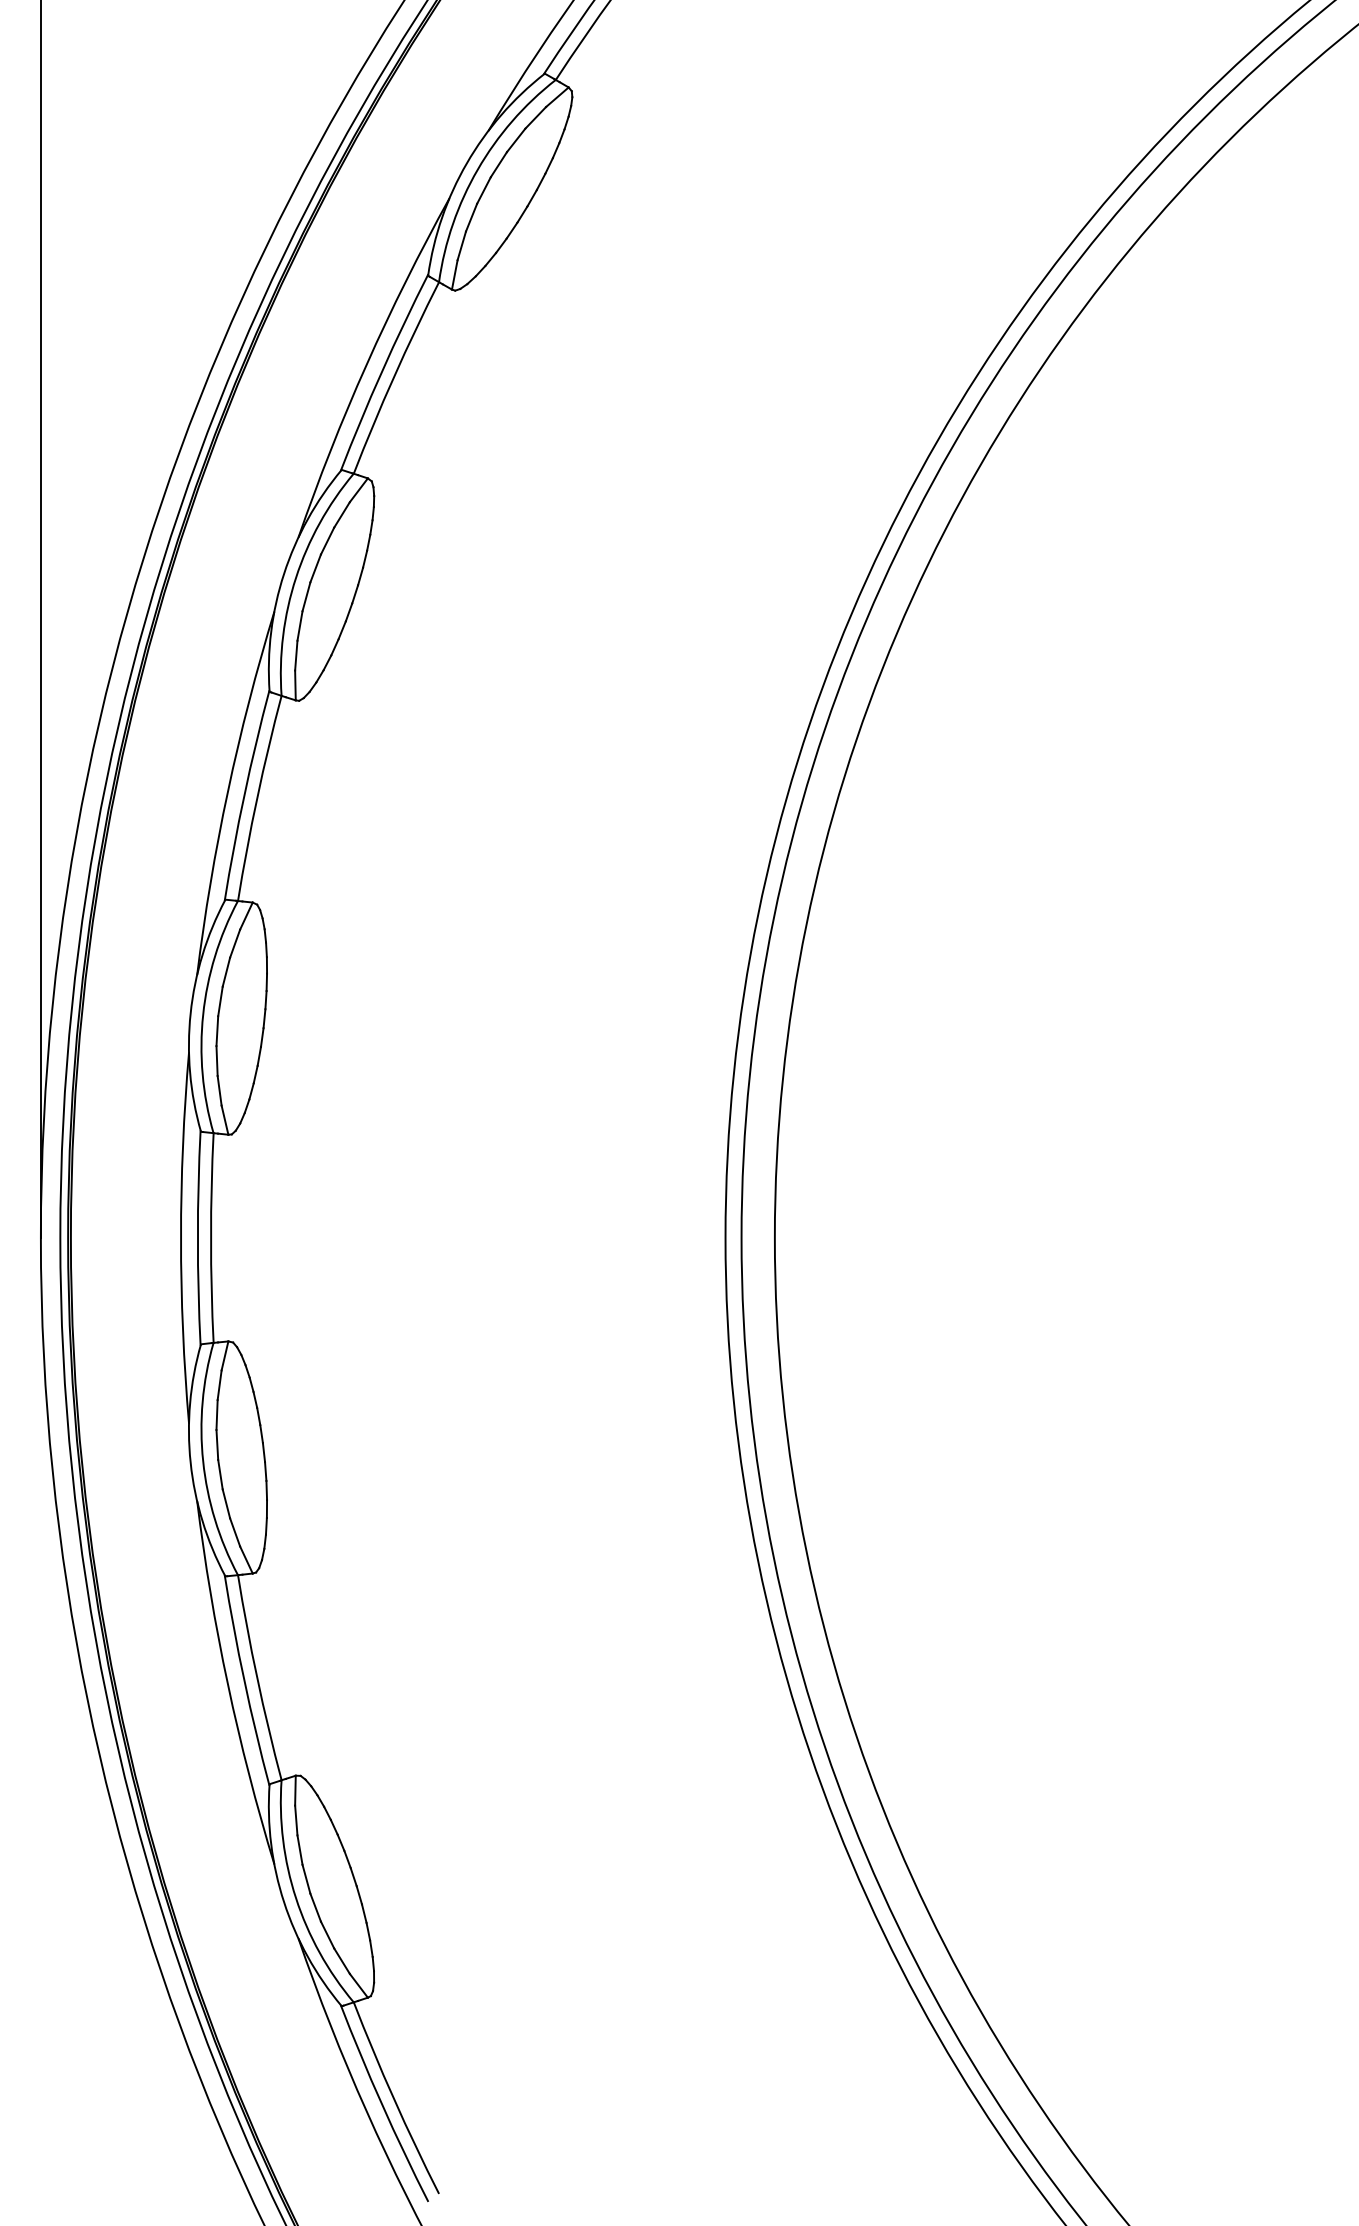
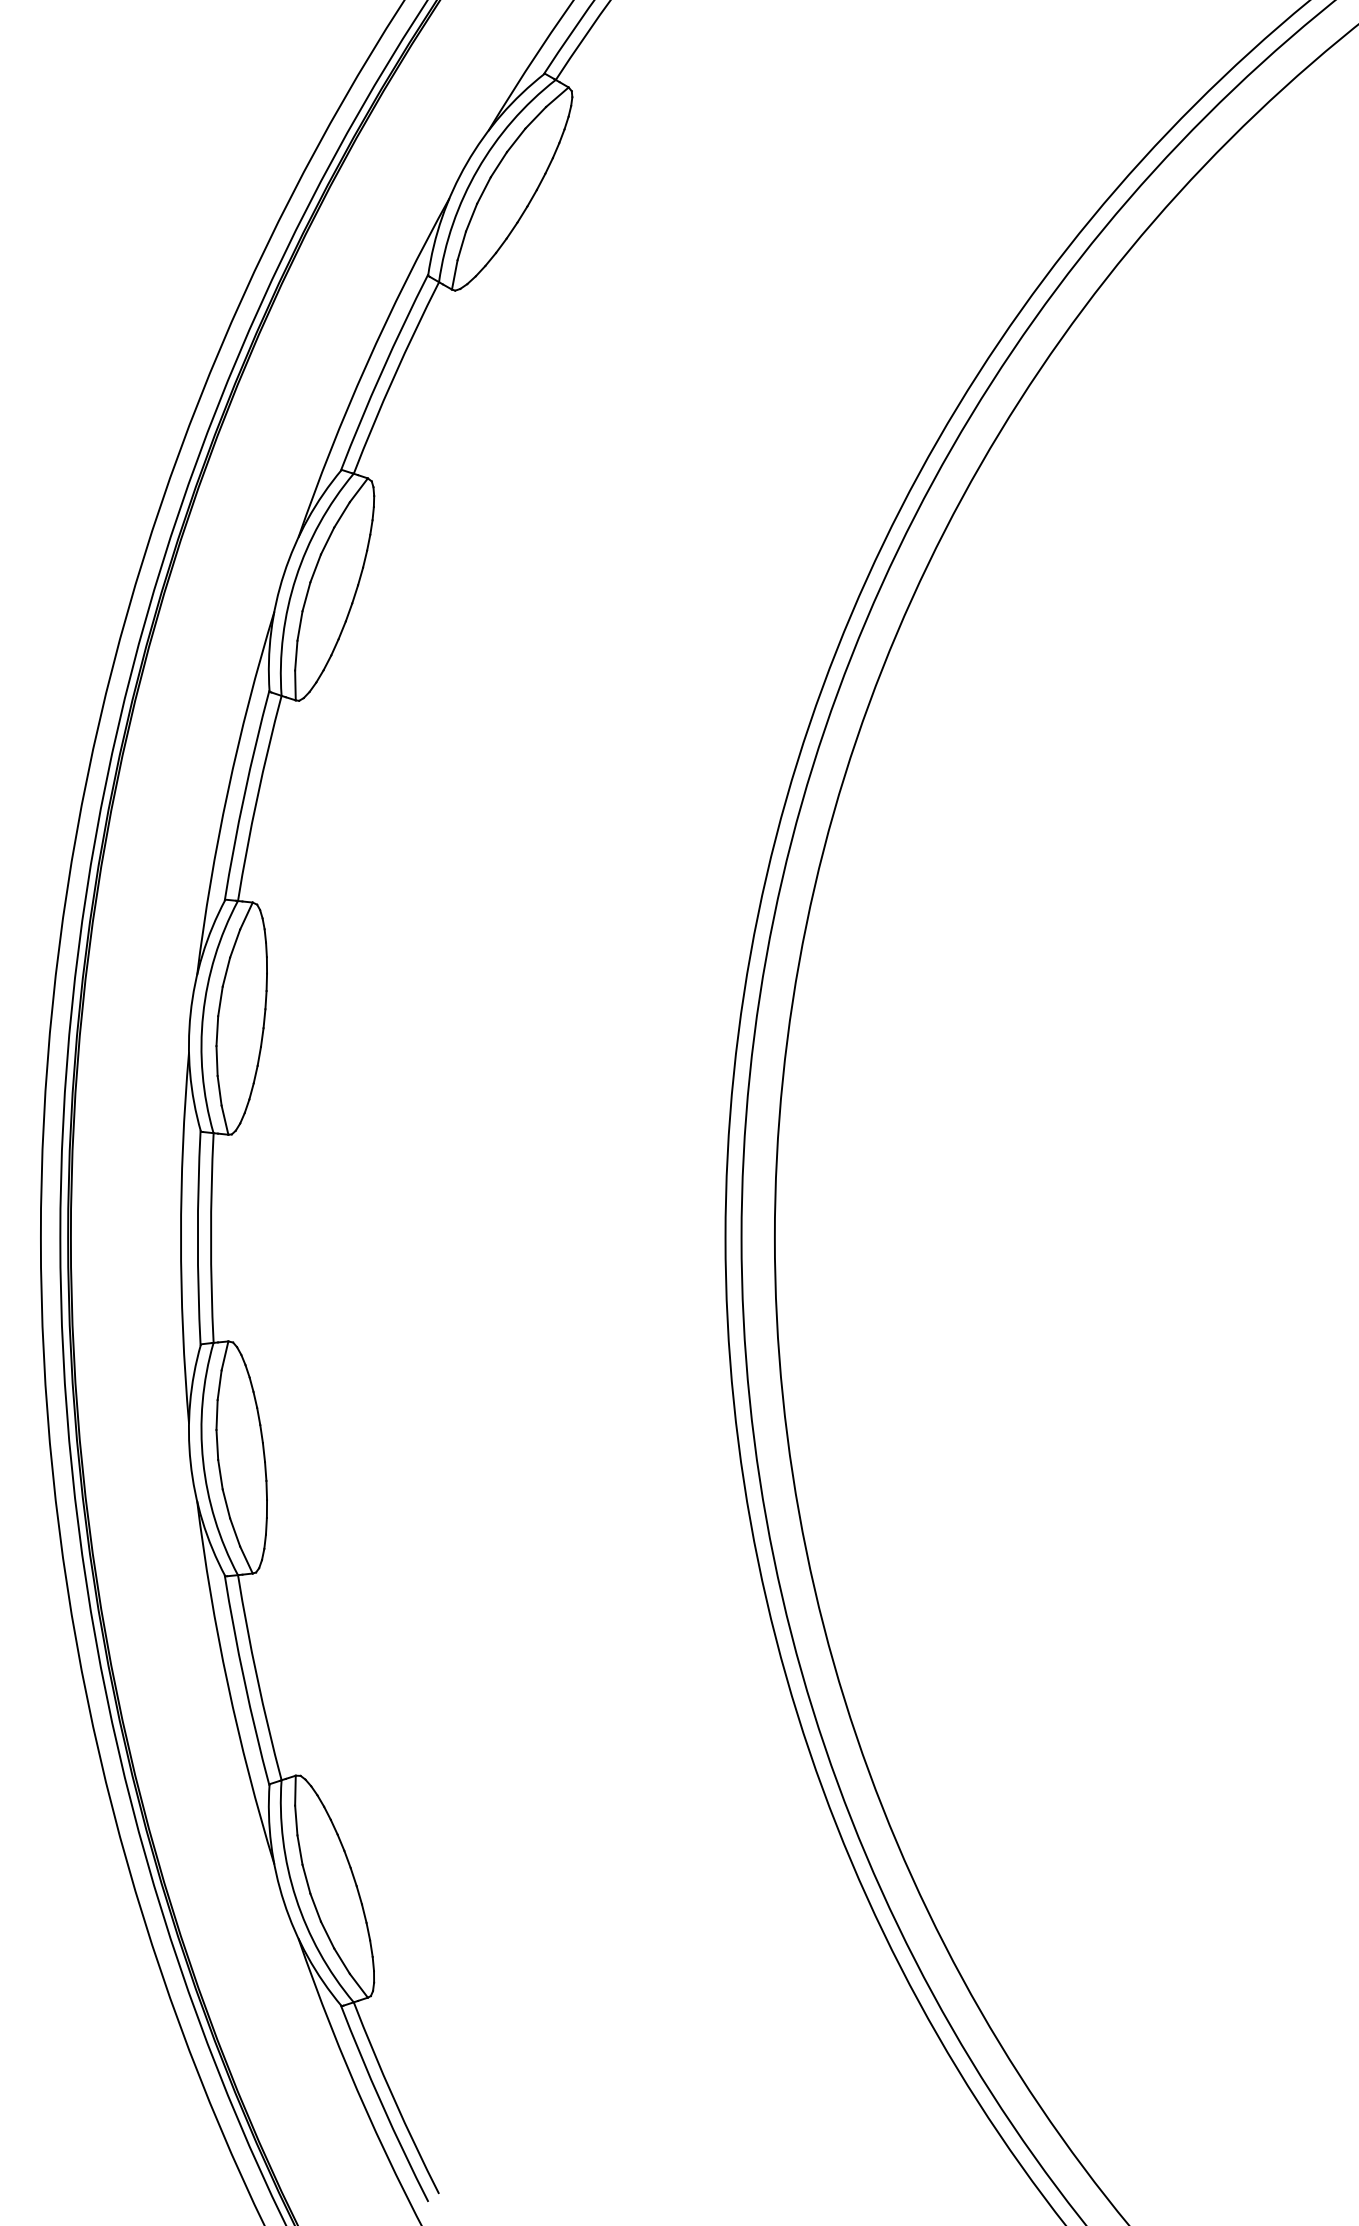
line at (40, 620): present -> none
